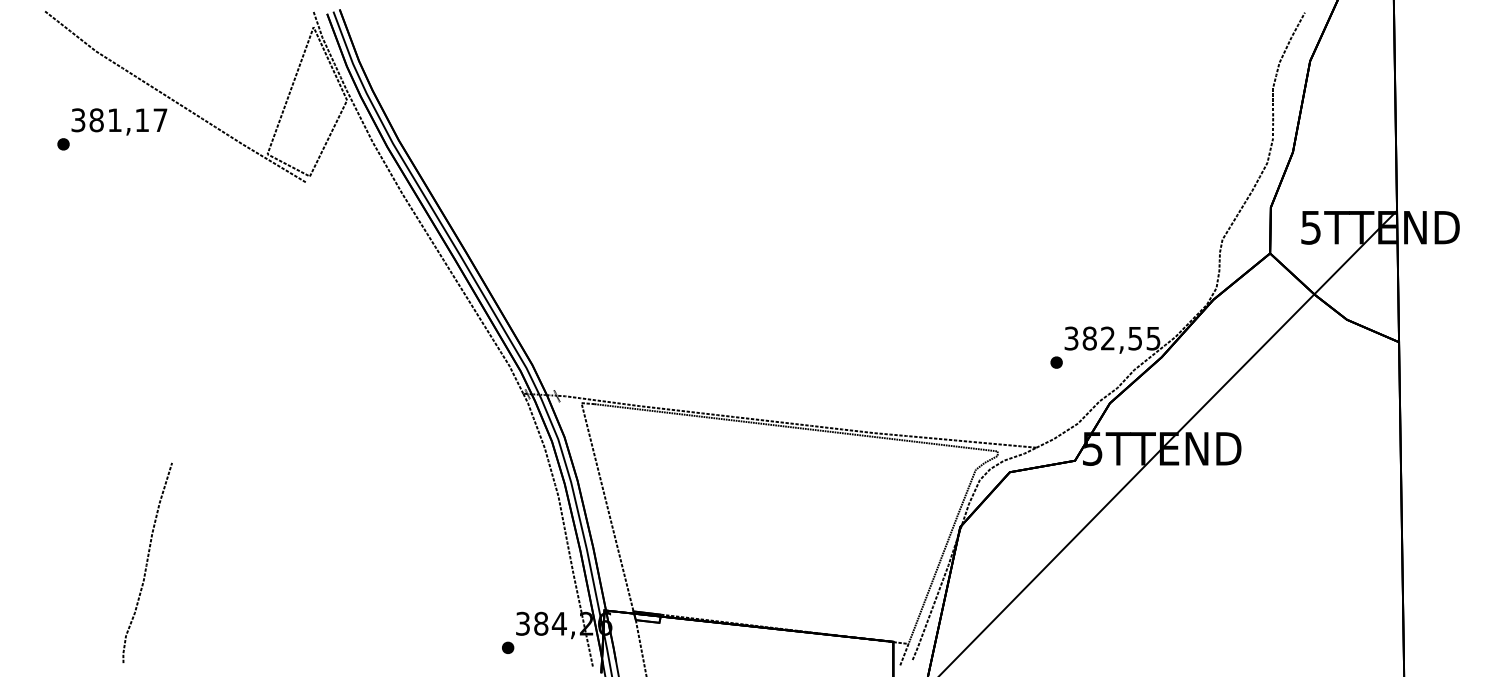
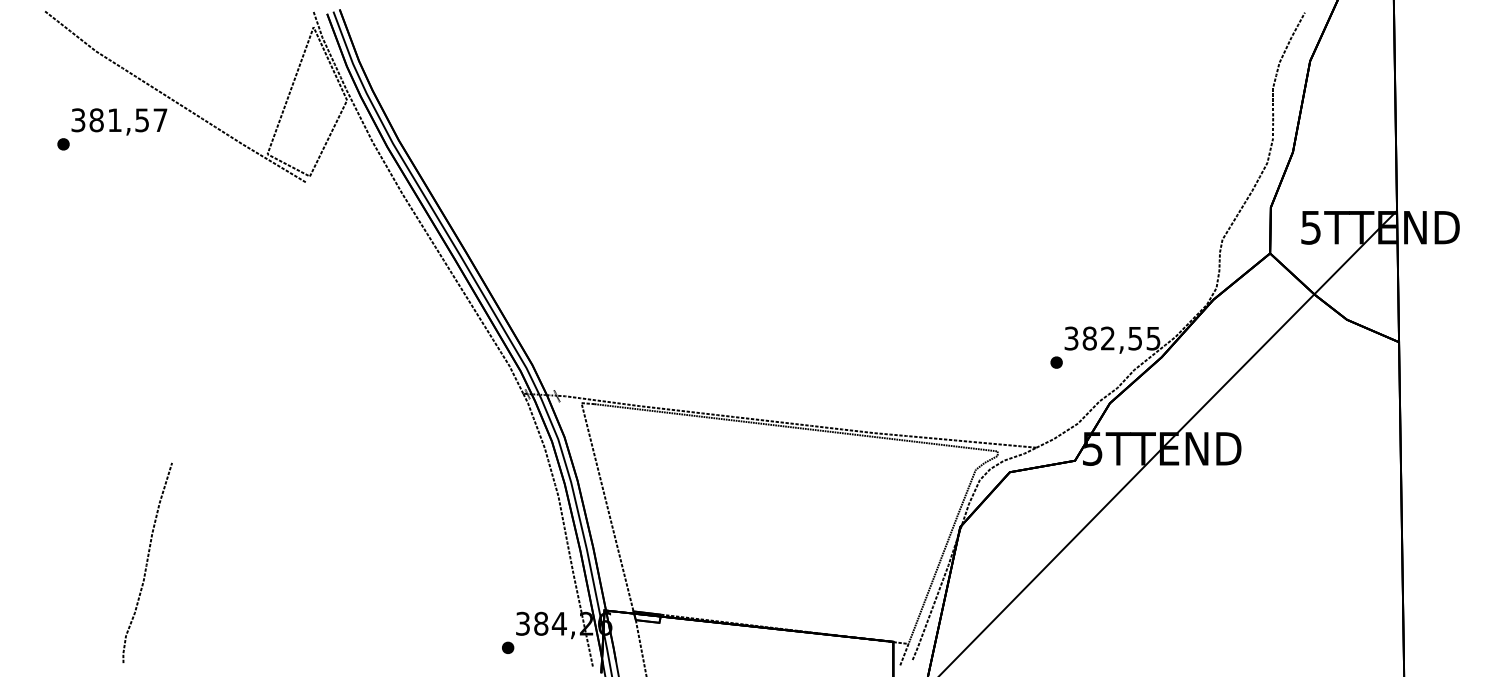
text at (141, 120): 381,17 -> 381,57
